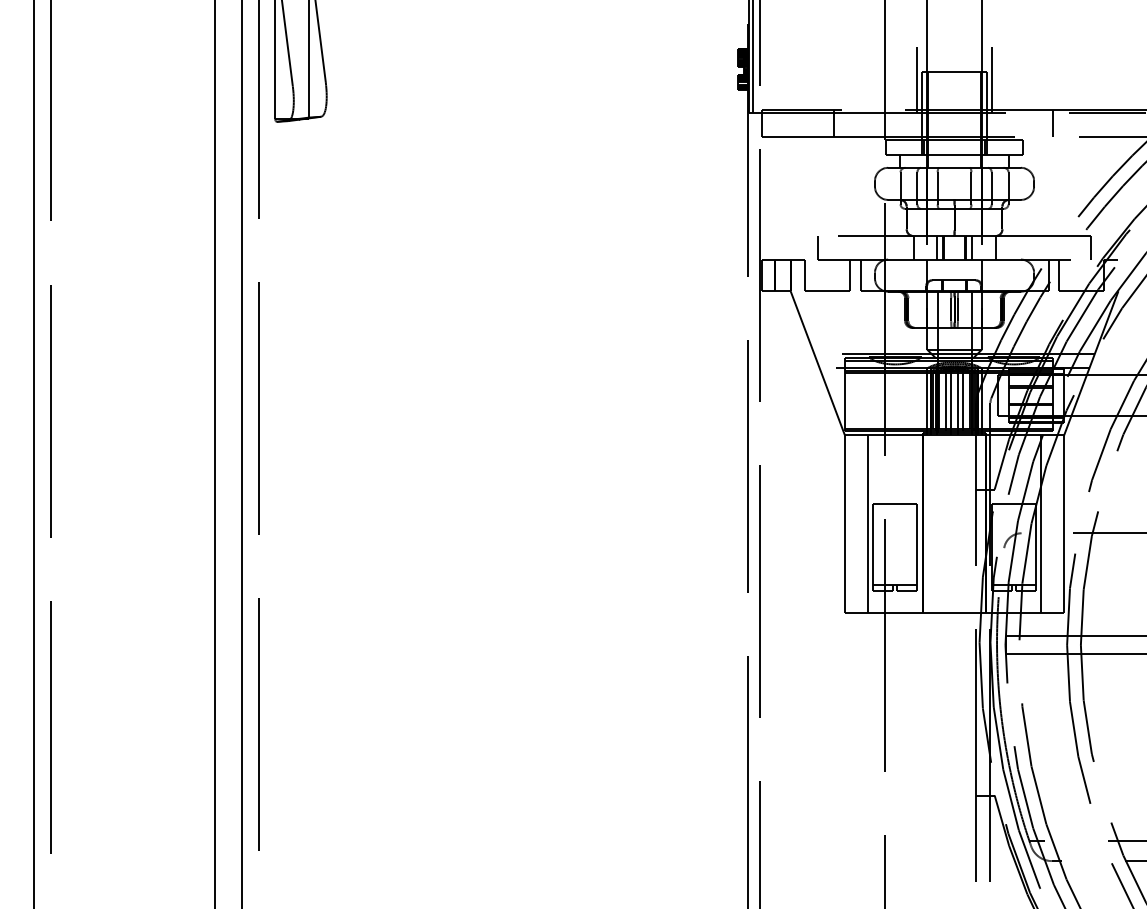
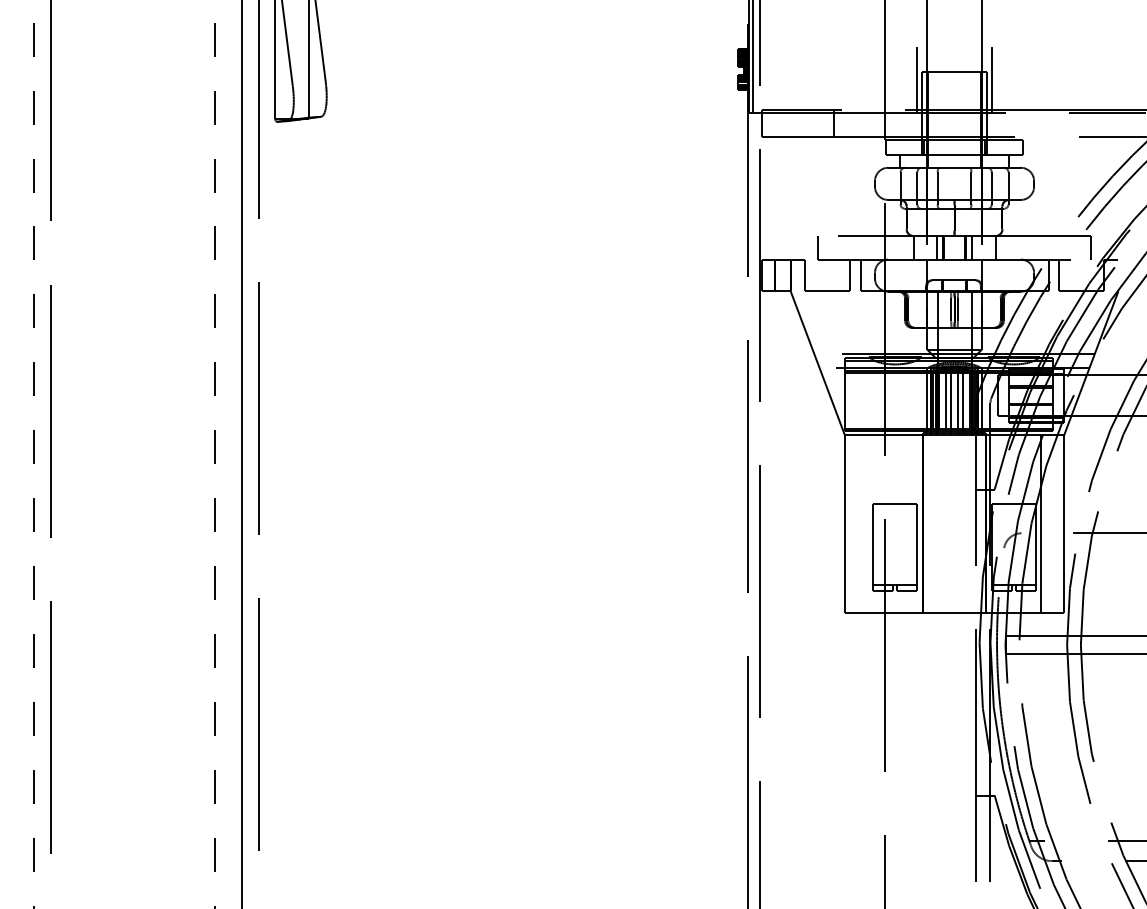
line at (1052, 123): present -> none
line at (34, 454): solid -> dashed
line at (215, 454): solid -> dashed
line at (867, 523): present -> none
